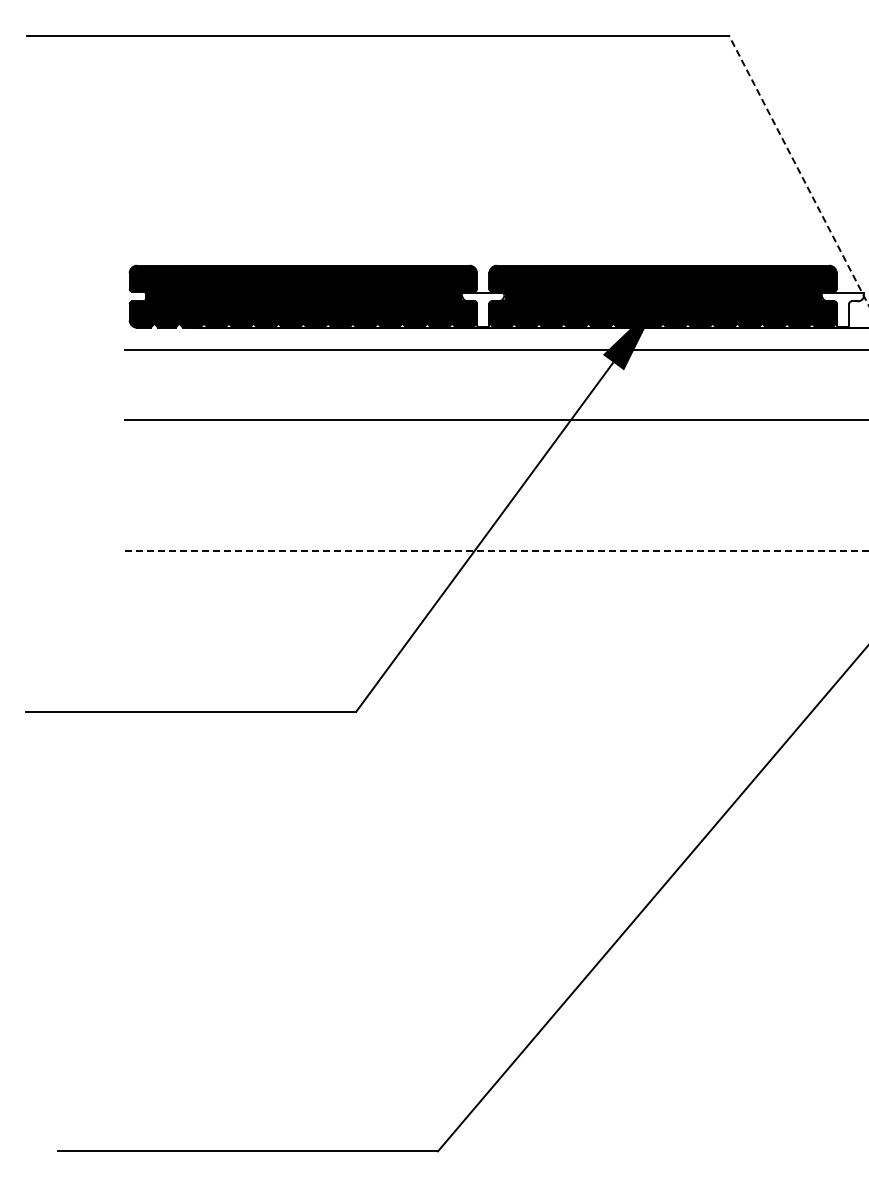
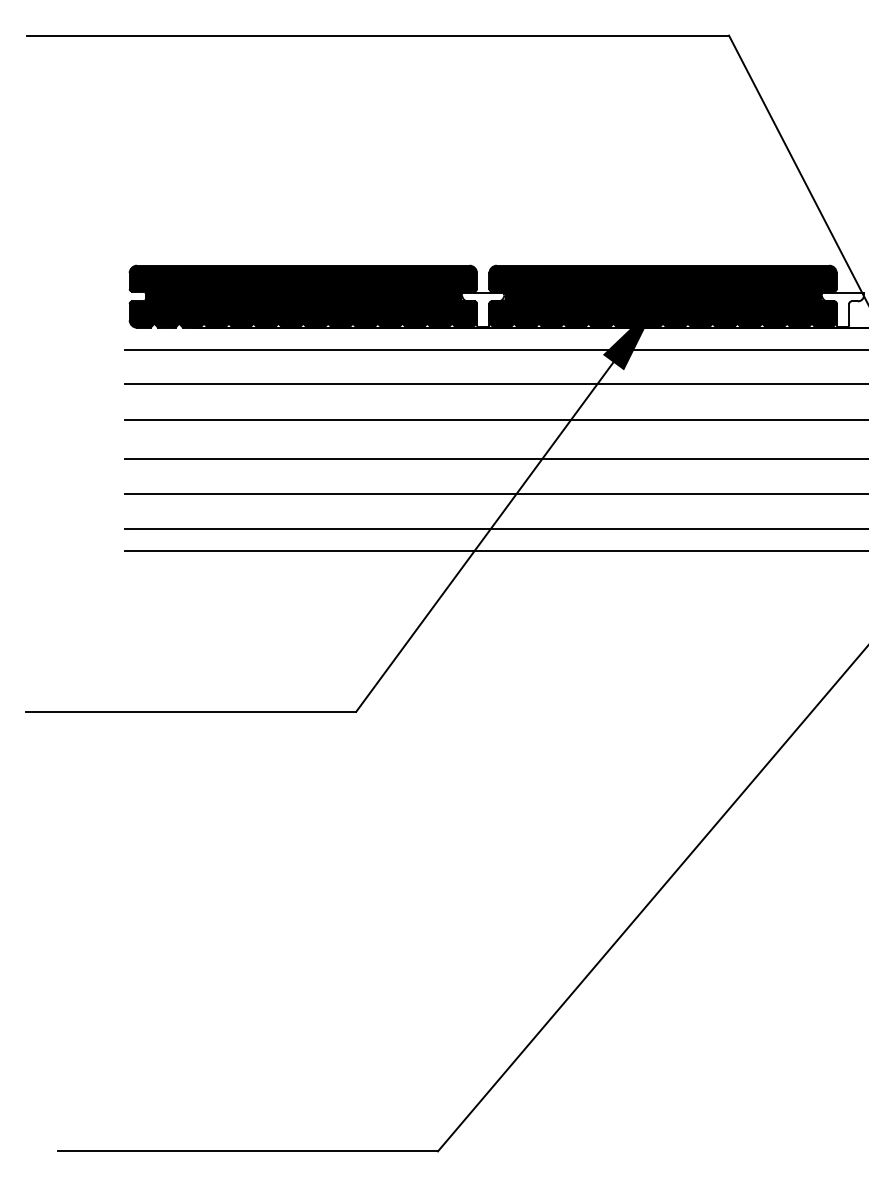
line at (798, 170): dashed -> solid
line at (495, 383): none -> present
line at (495, 459): none -> present
line at (495, 493): none -> present
line at (495, 528): none -> present
line at (497, 551): dashed -> solid
